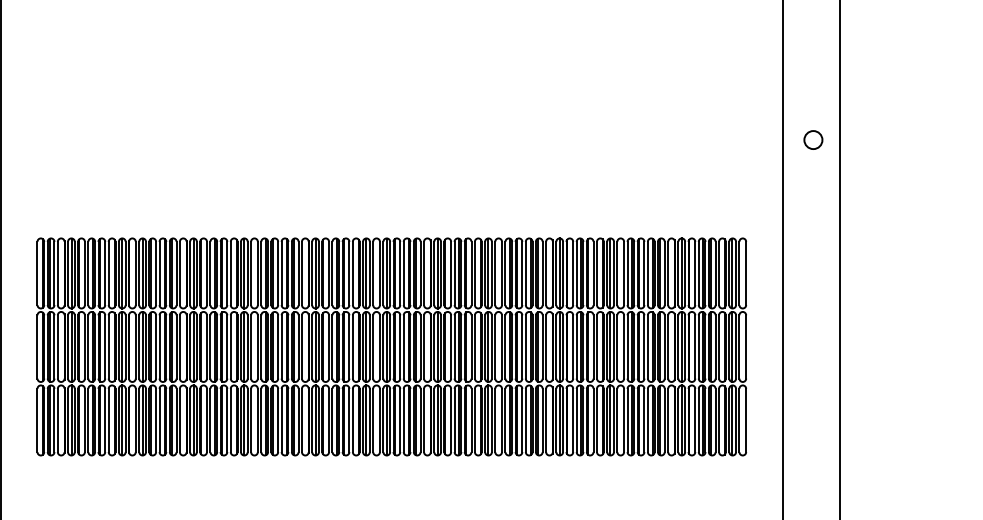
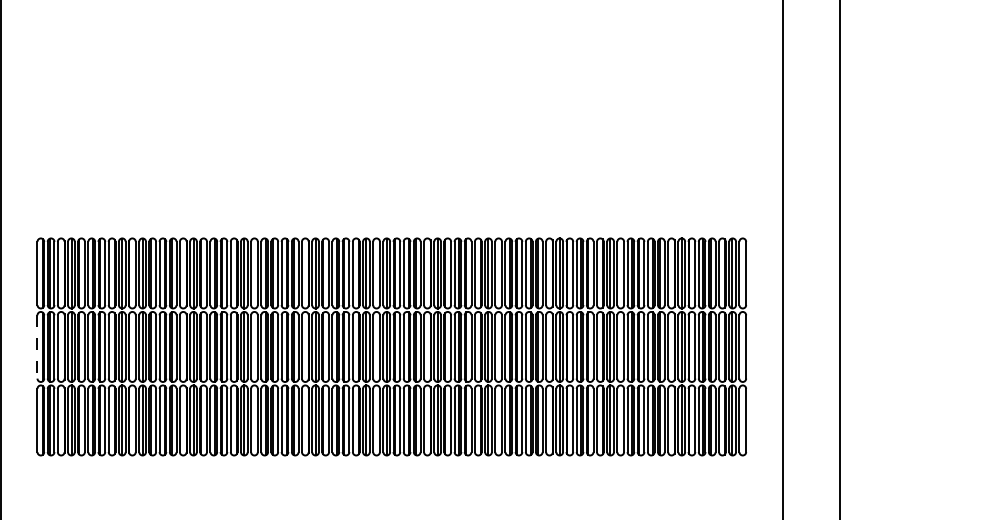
circle at (813, 139): present -> none
line at (37, 346): solid -> dashed
